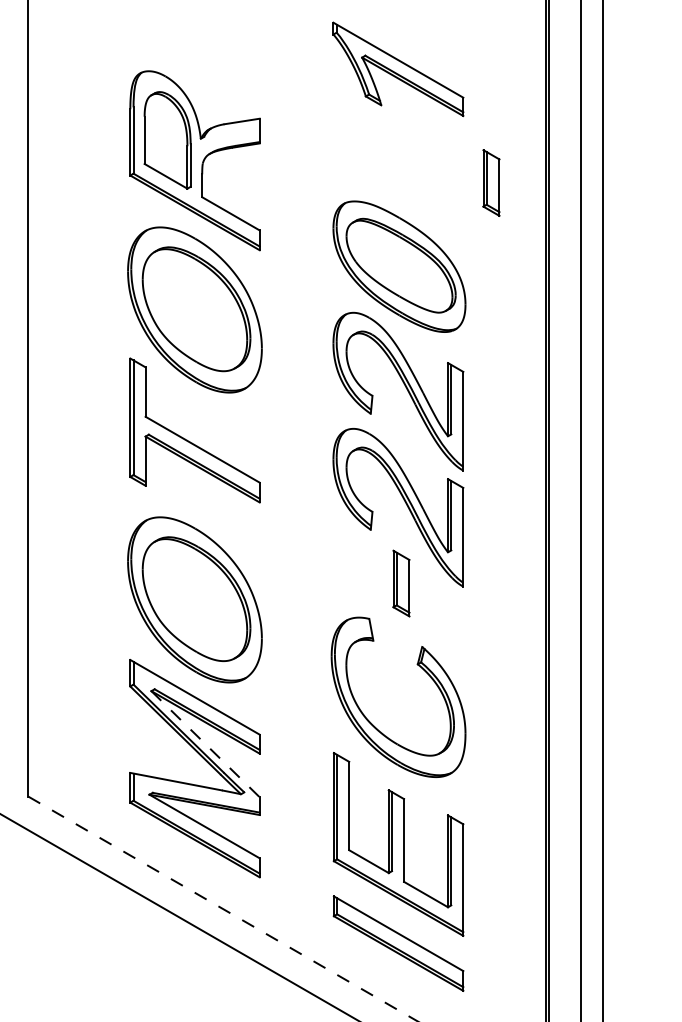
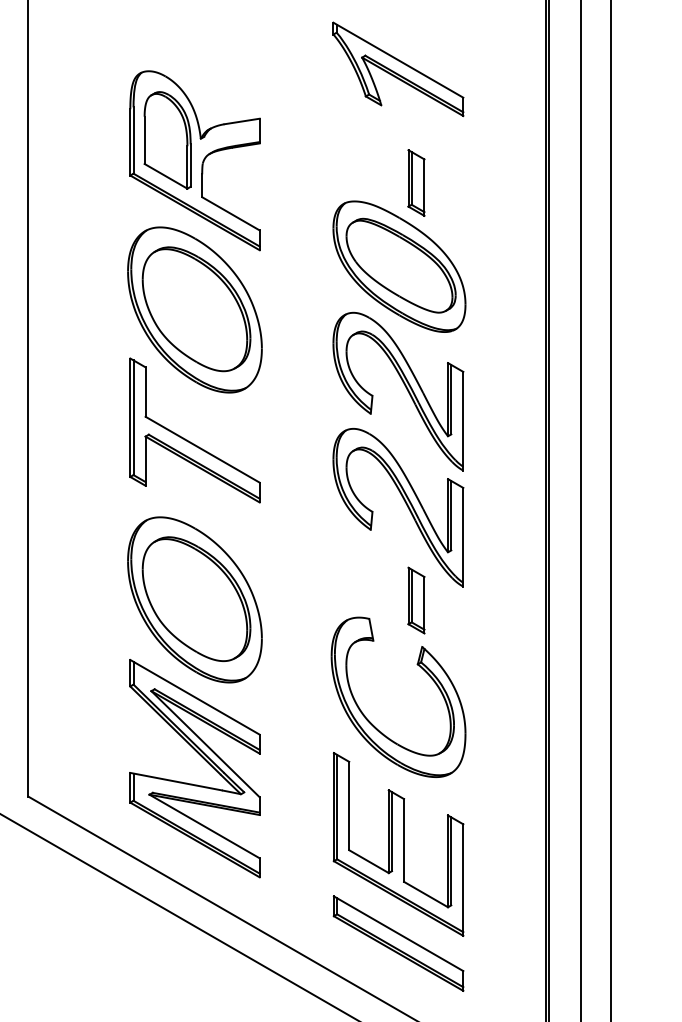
part at (491, 182) position: (491, 182) -> (416, 182)
line at (602, 510) position: (602, 510) -> (610, 510)
part at (401, 583) position: (401, 583) -> (416, 600)
line at (205, 744): dashed -> solid
line at (223, 909): dashed -> solid
